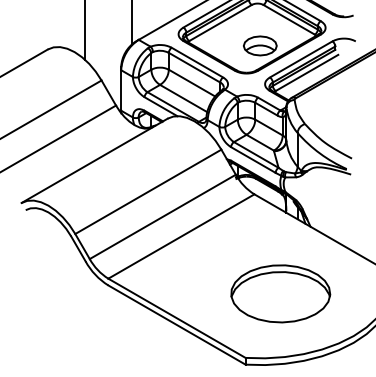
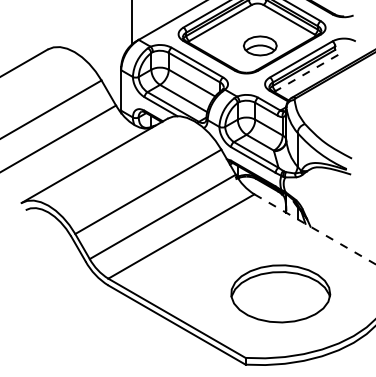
line at (85, 30): present -> none
line at (306, 73): solid -> dashed
line at (314, 229): solid -> dashed
